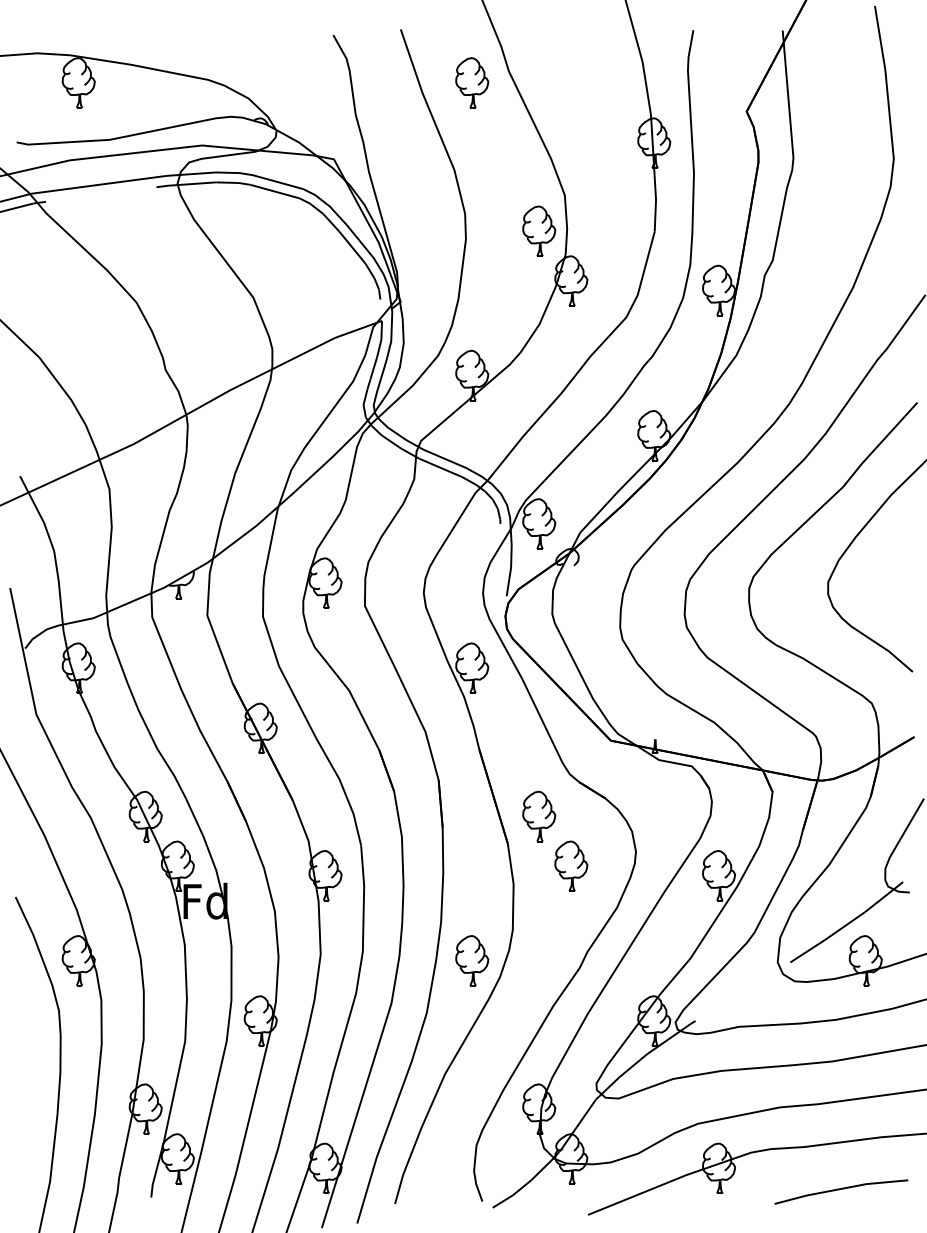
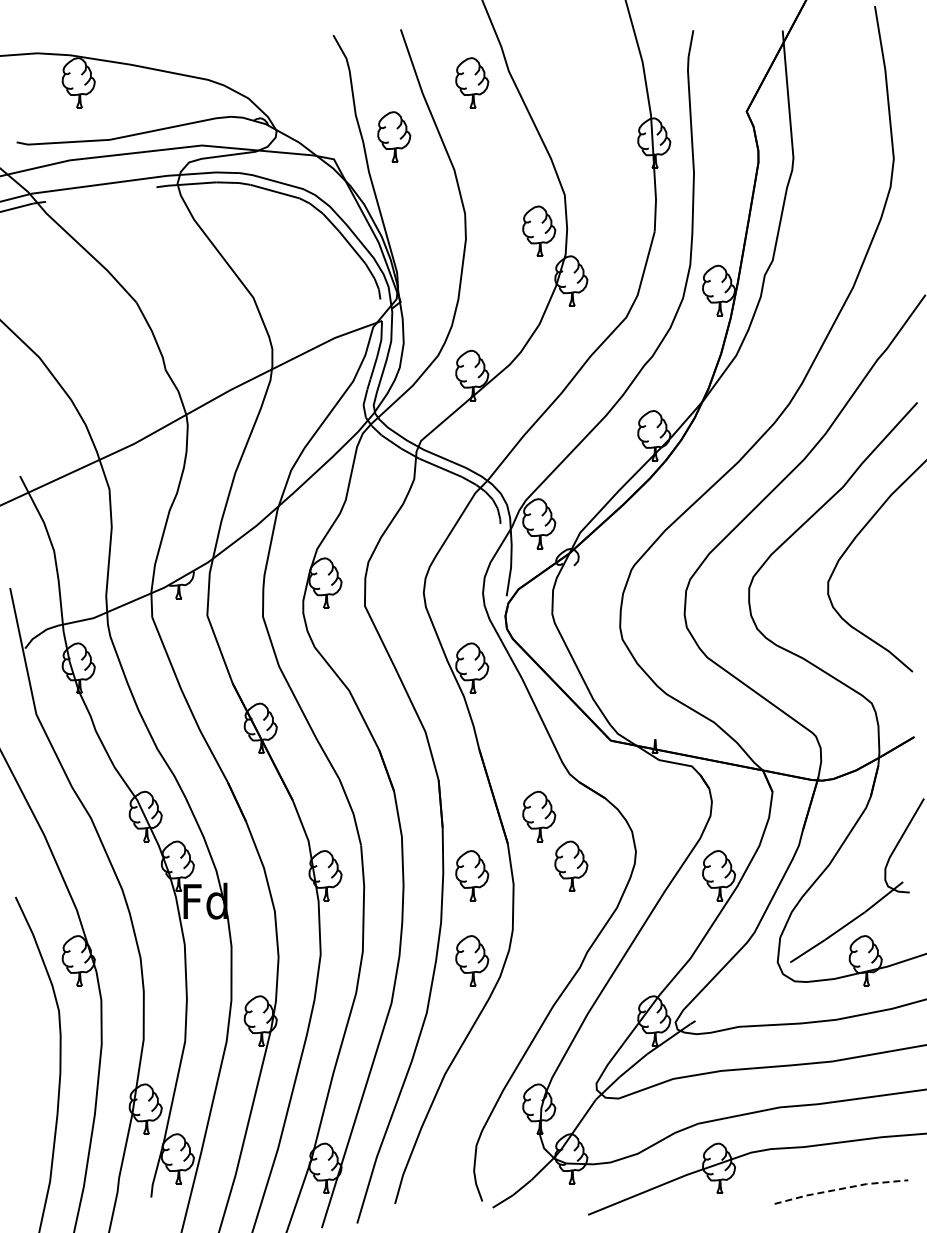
part at (394, 136): none -> present
part at (472, 875): none -> present
line at (841, 1188): solid -> dashed
